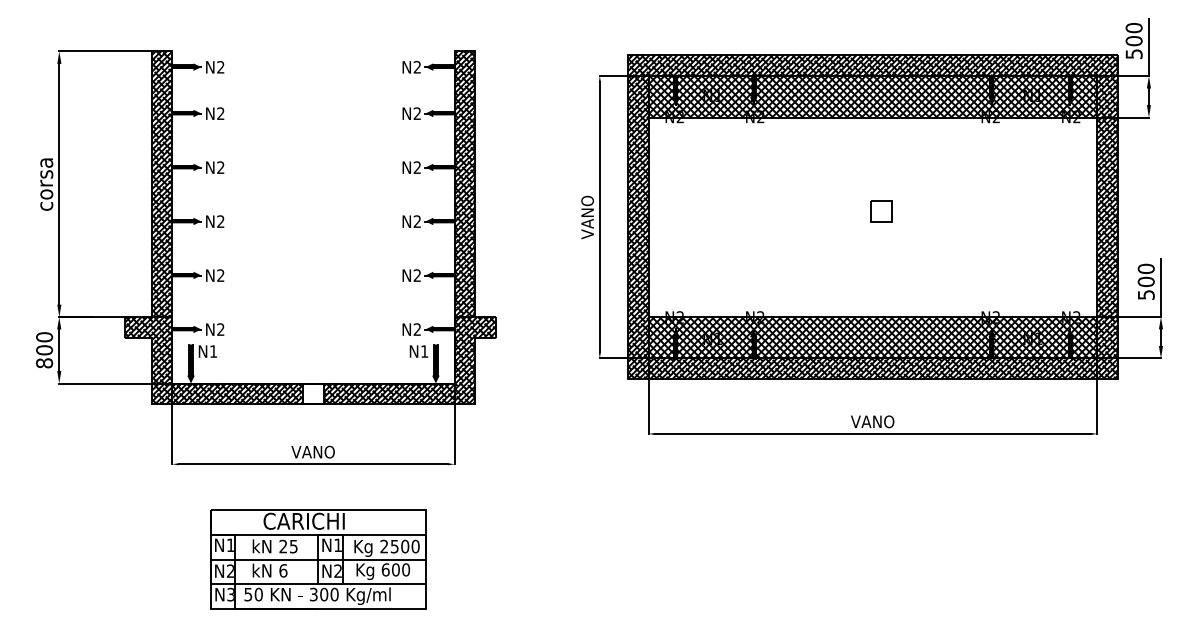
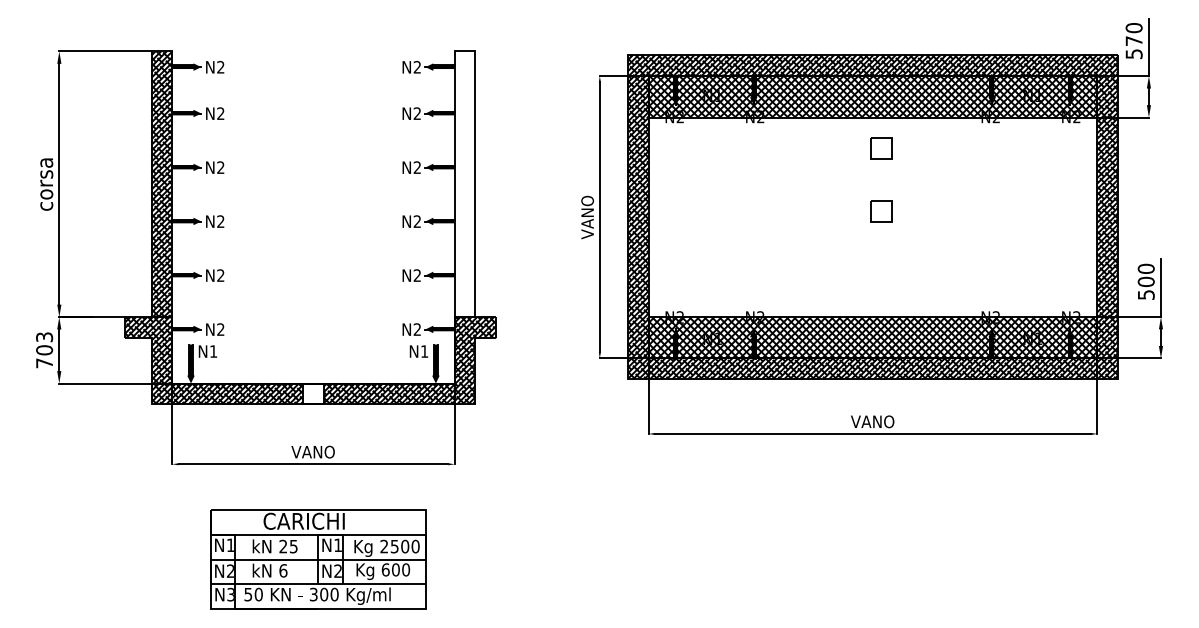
text at (1133, 41): 500 -> 570
part at (881, 148): none -> present
hatch at (464, 184): present -> none
text at (44, 350): 800 -> 703
